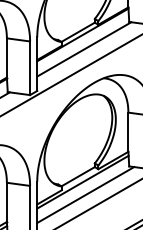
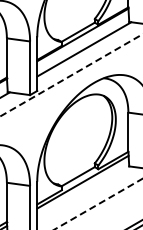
line at (71, 75): solid -> dashed
line at (85, 195): present -> none
line at (98, 204): solid -> dashed
